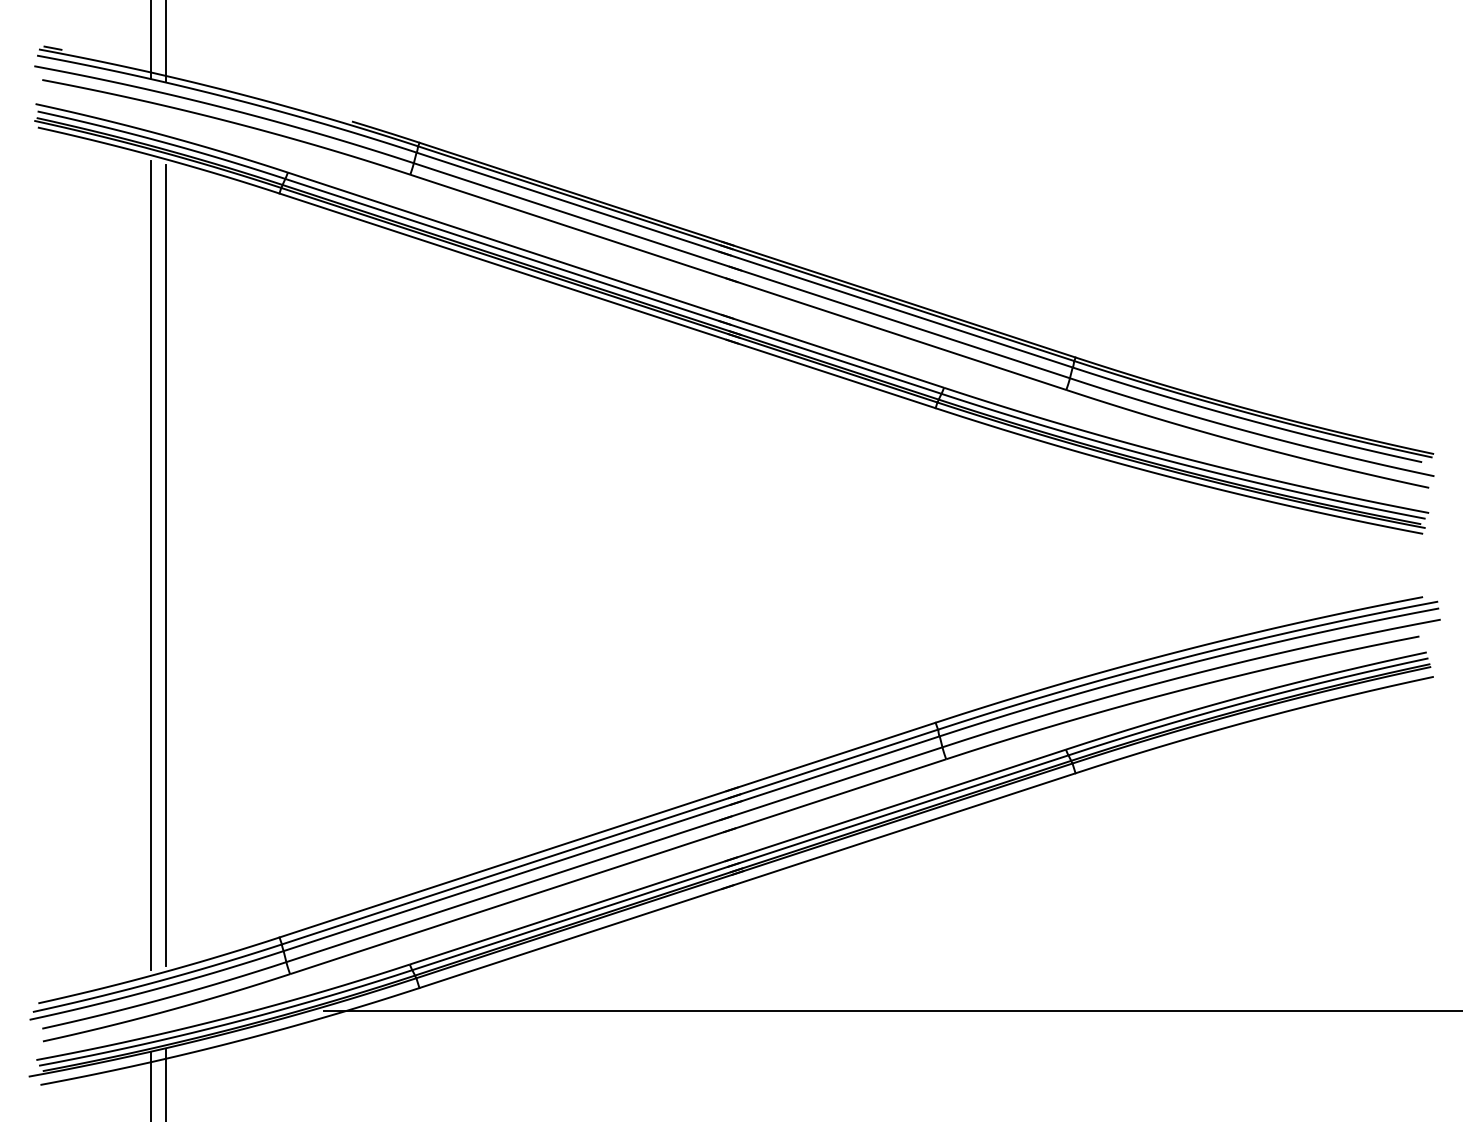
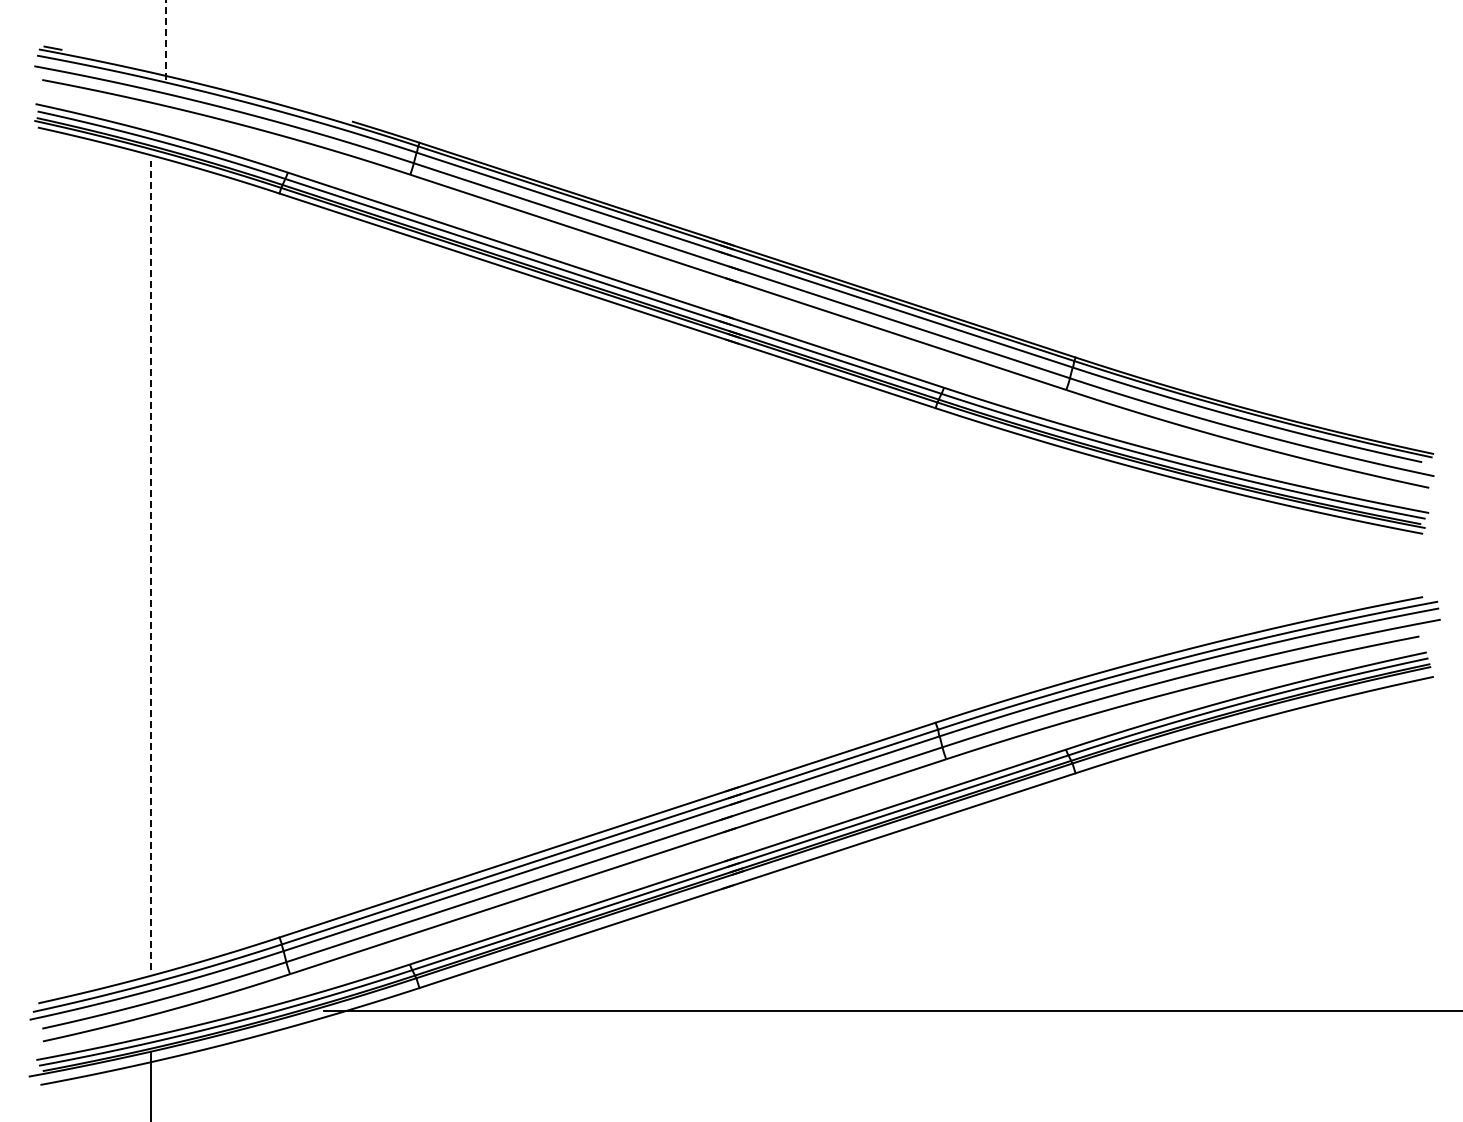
line at (151, 39): present -> none
line at (165, 41): solid -> dashed
line at (151, 565): solid -> dashed
line at (165, 565): present -> none
line at (165, 1083): present -> none
